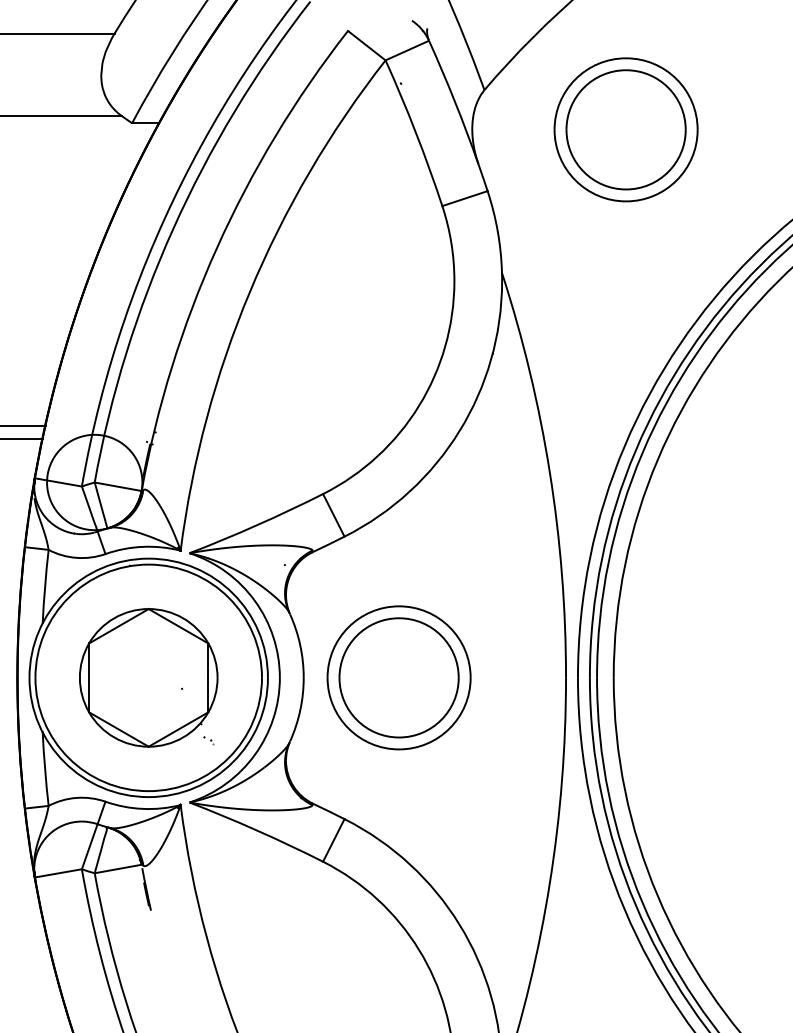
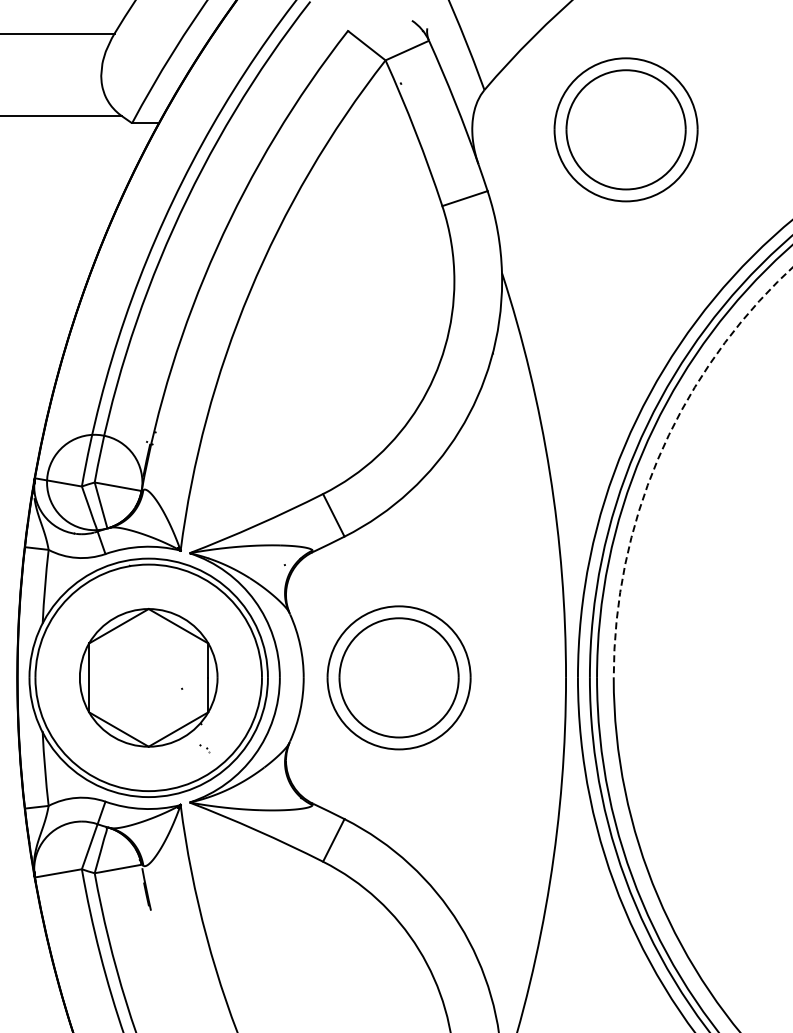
line at (23, 426): present -> none
line at (22, 438): present -> none
arc at (660, 453): solid -> dashed
part at (208, 740) position: (208, 740) -> (204, 748)
